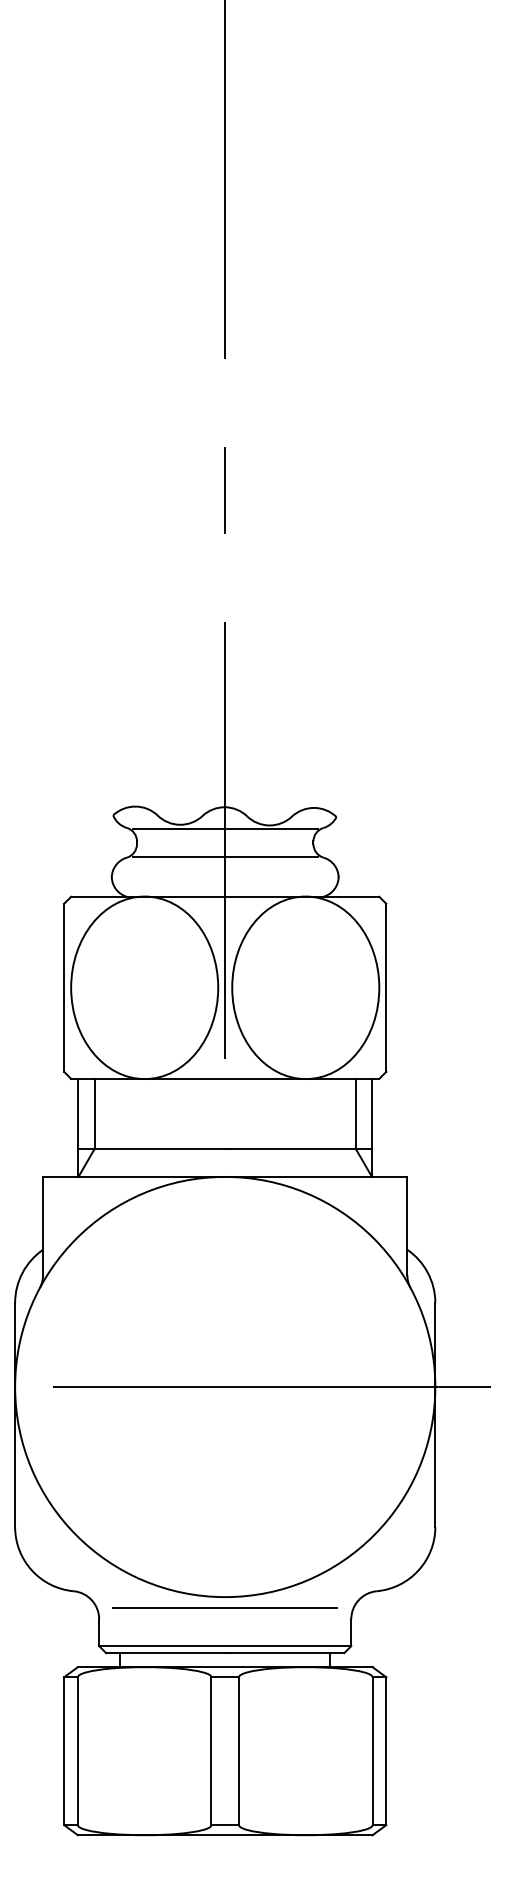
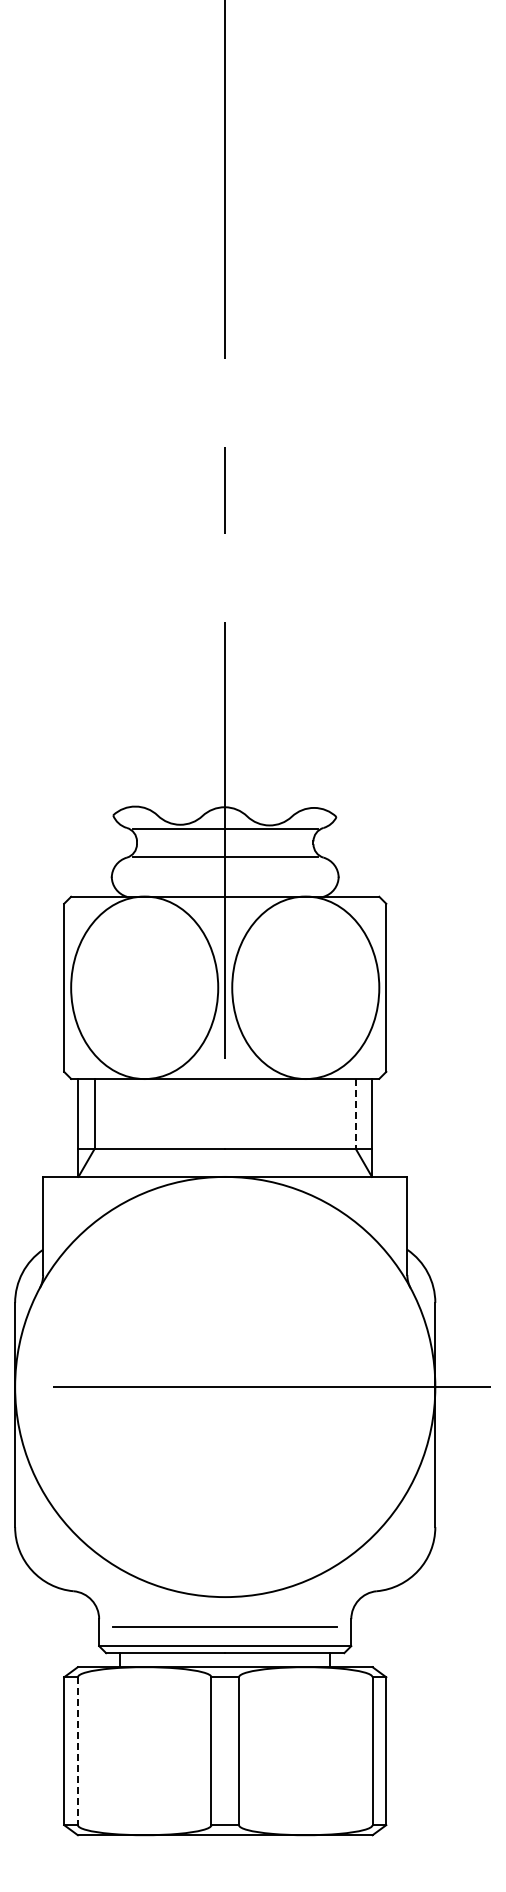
line at (355, 1113): solid -> dashed
line at (224, 1607) position: (224, 1607) -> (224, 1626)
line at (77, 1751): solid -> dashed
